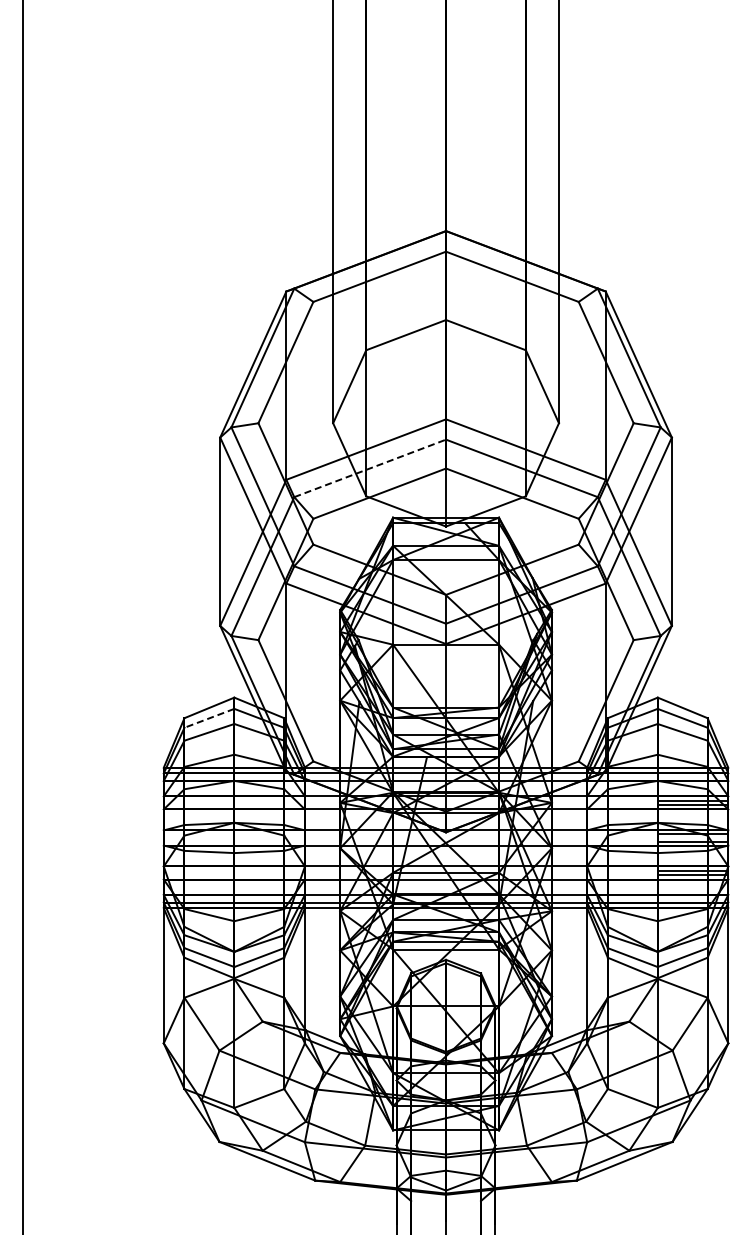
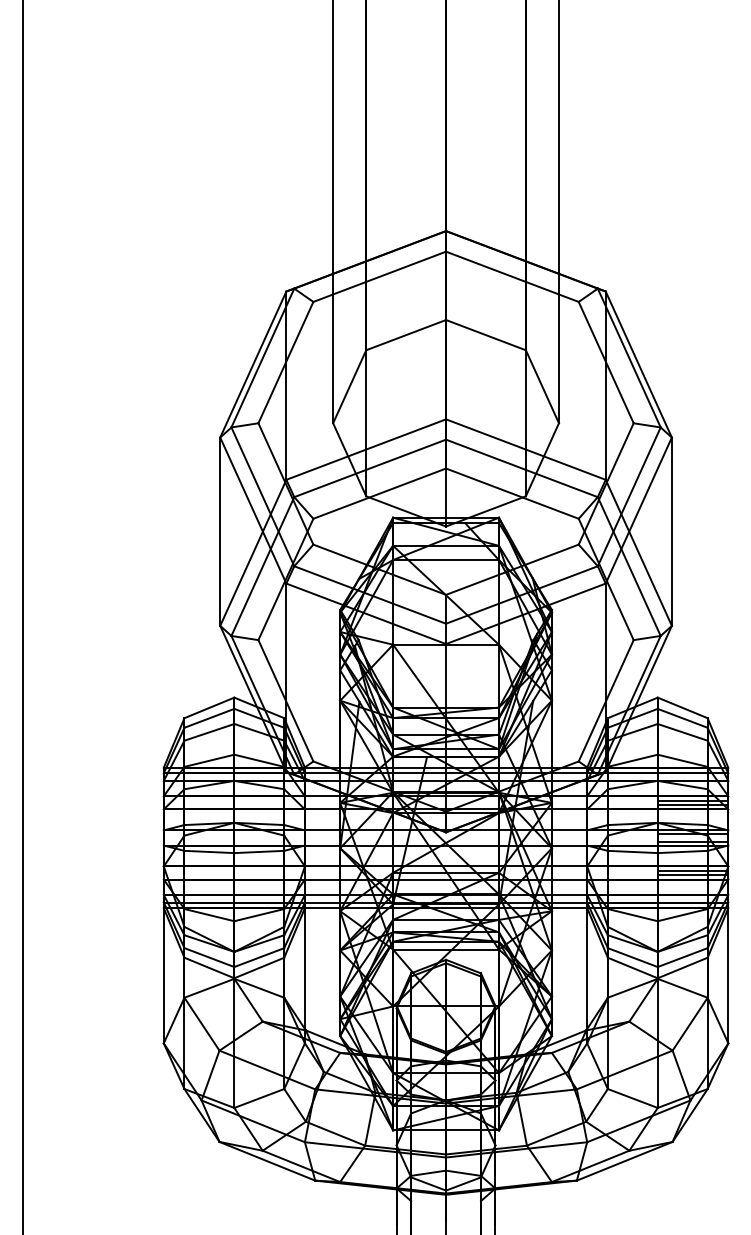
line at (370, 468): dashed -> solid
line at (209, 718): dashed -> solid
